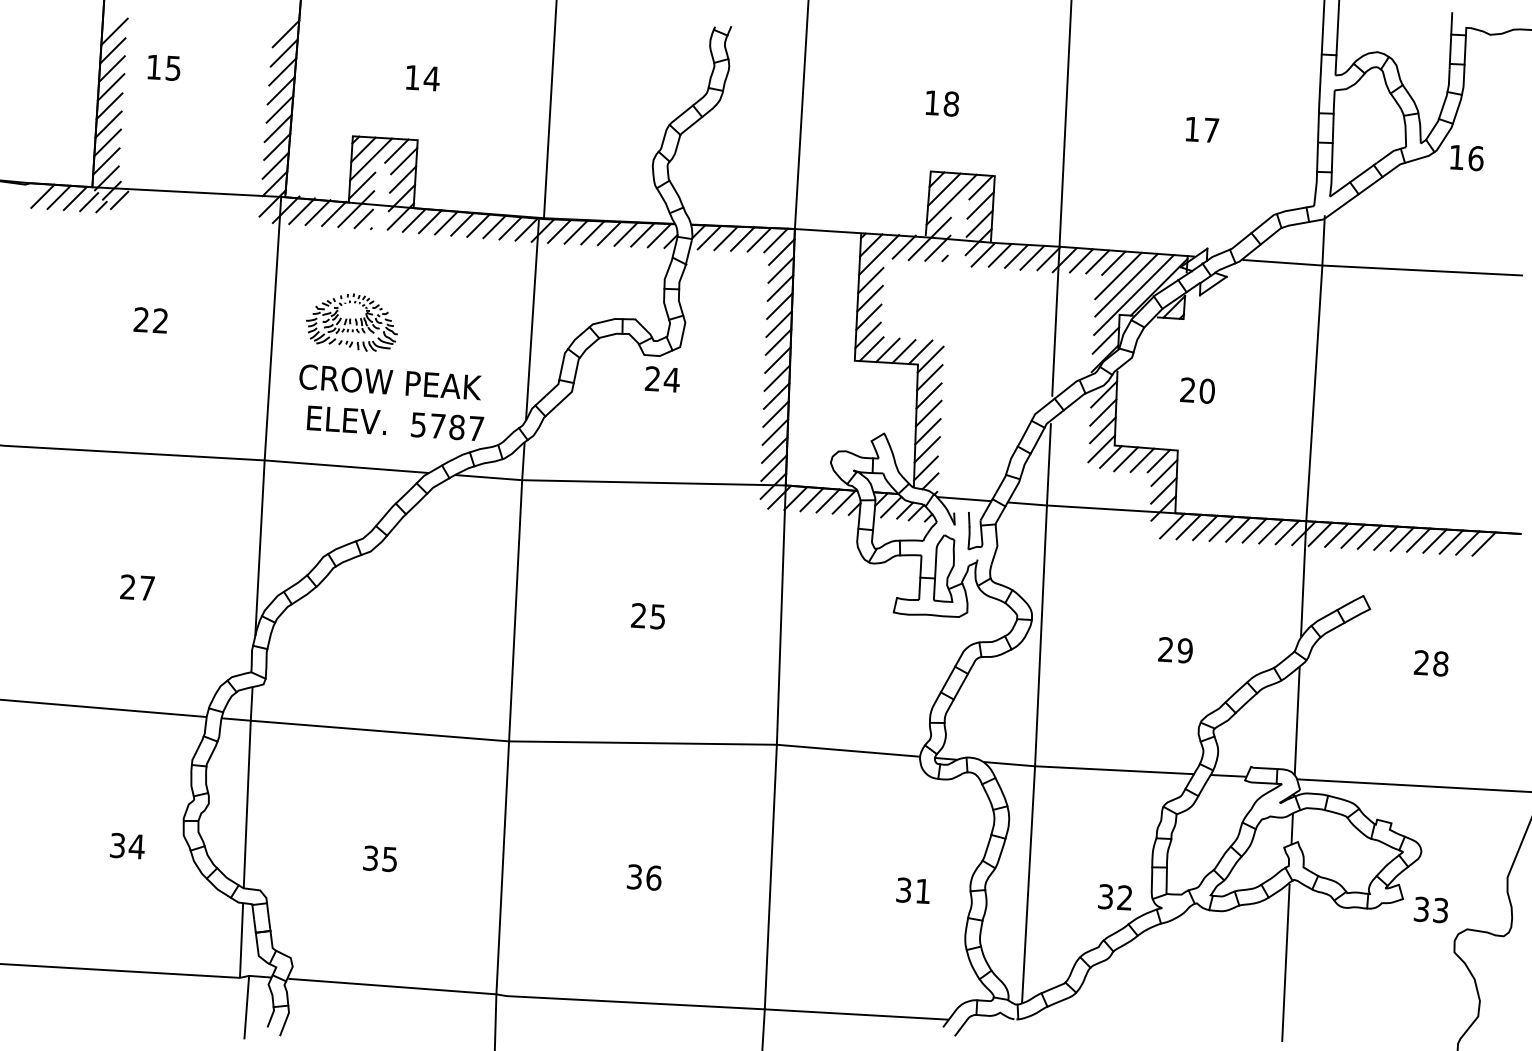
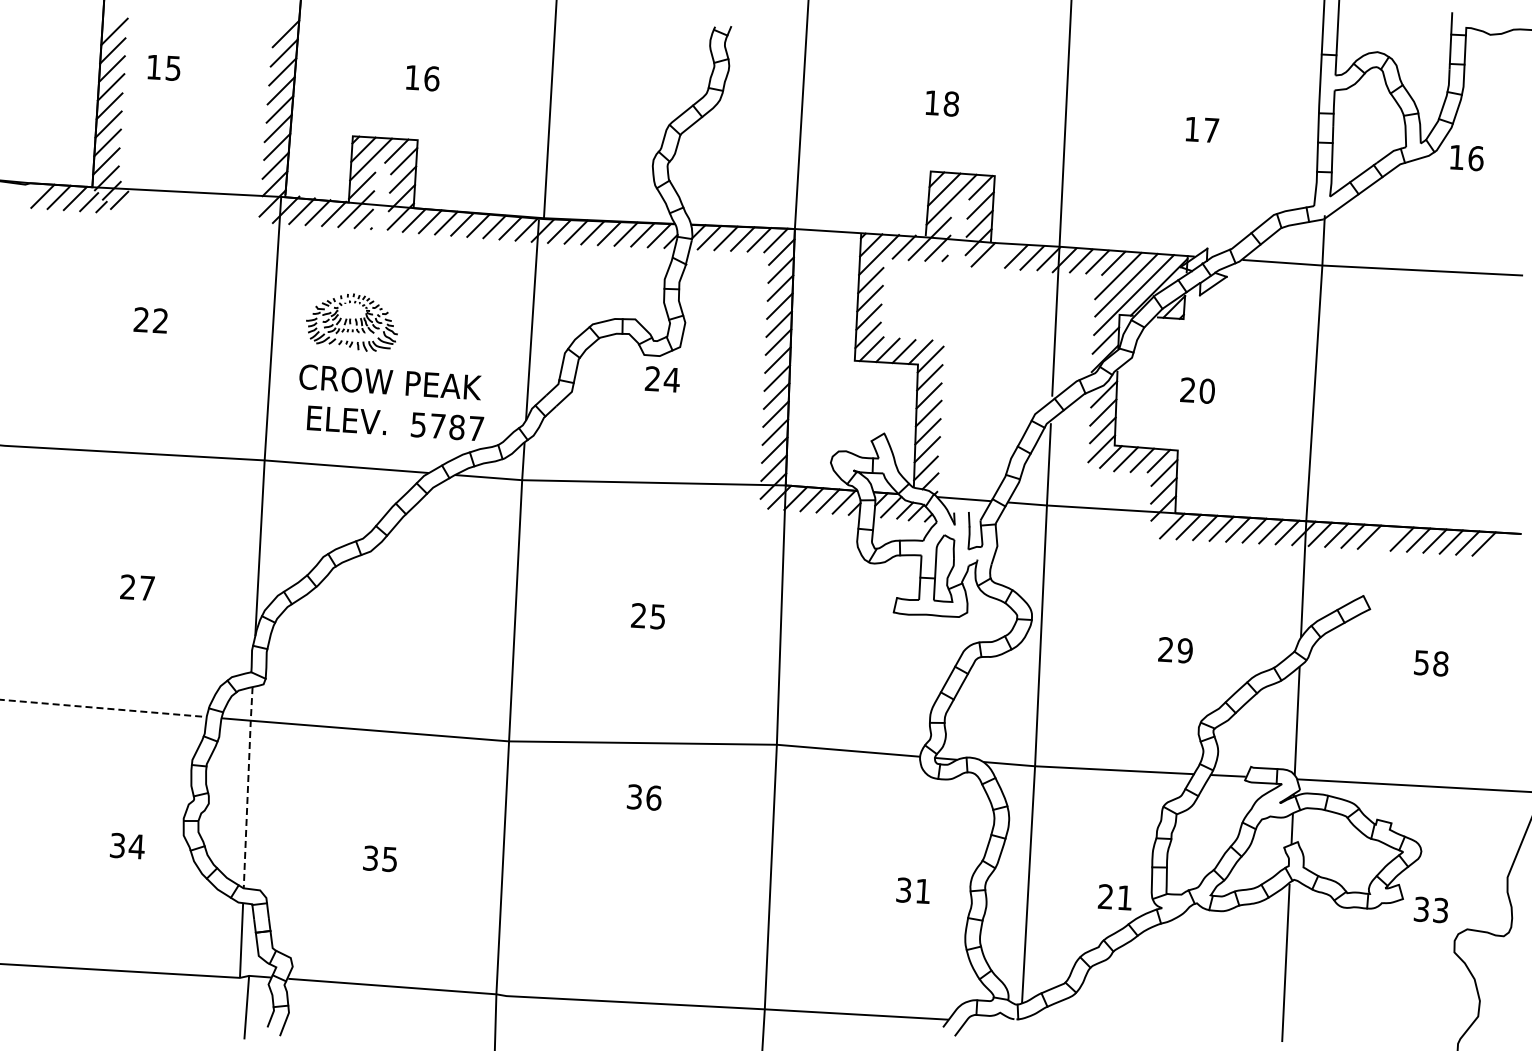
text at (431, 78): 14 -> 16
line at (999, 255): present -> none
line at (1385, 537): present -> none
text at (1420, 662): 28 -> 58
line at (103, 708): solid -> dashed
line at (247, 787): solid -> dashed
text at (643, 877) position: (643, 877) -> (643, 797)
text at (1114, 897): 32 -> 21
